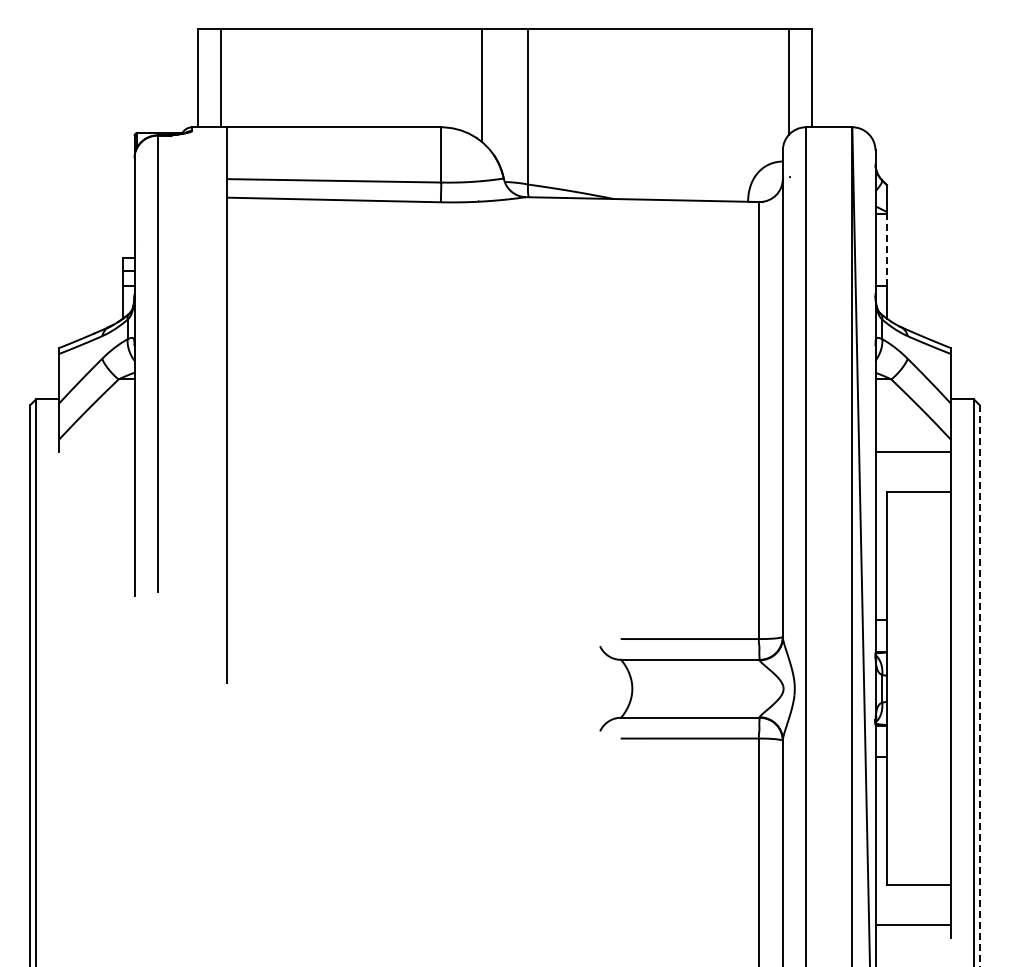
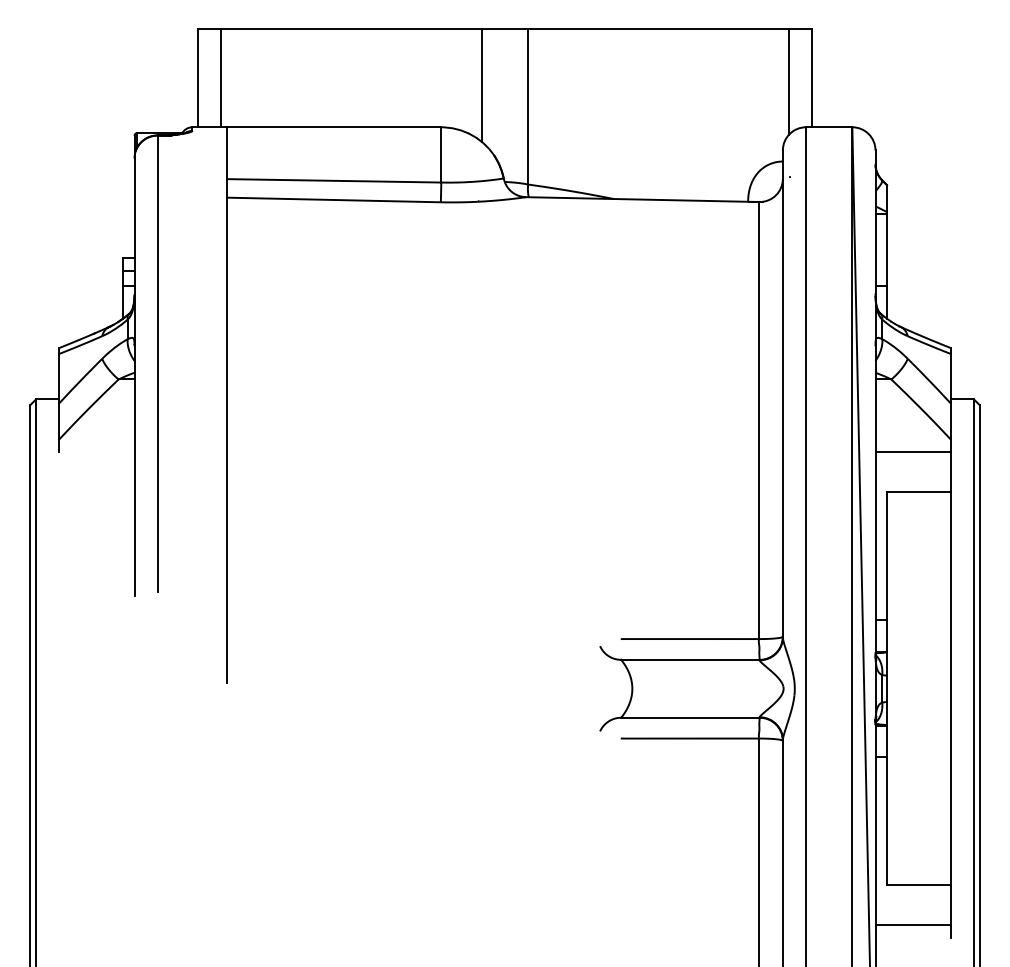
line at (887, 250): dashed -> solid
line at (979, 685): dashed -> solid
